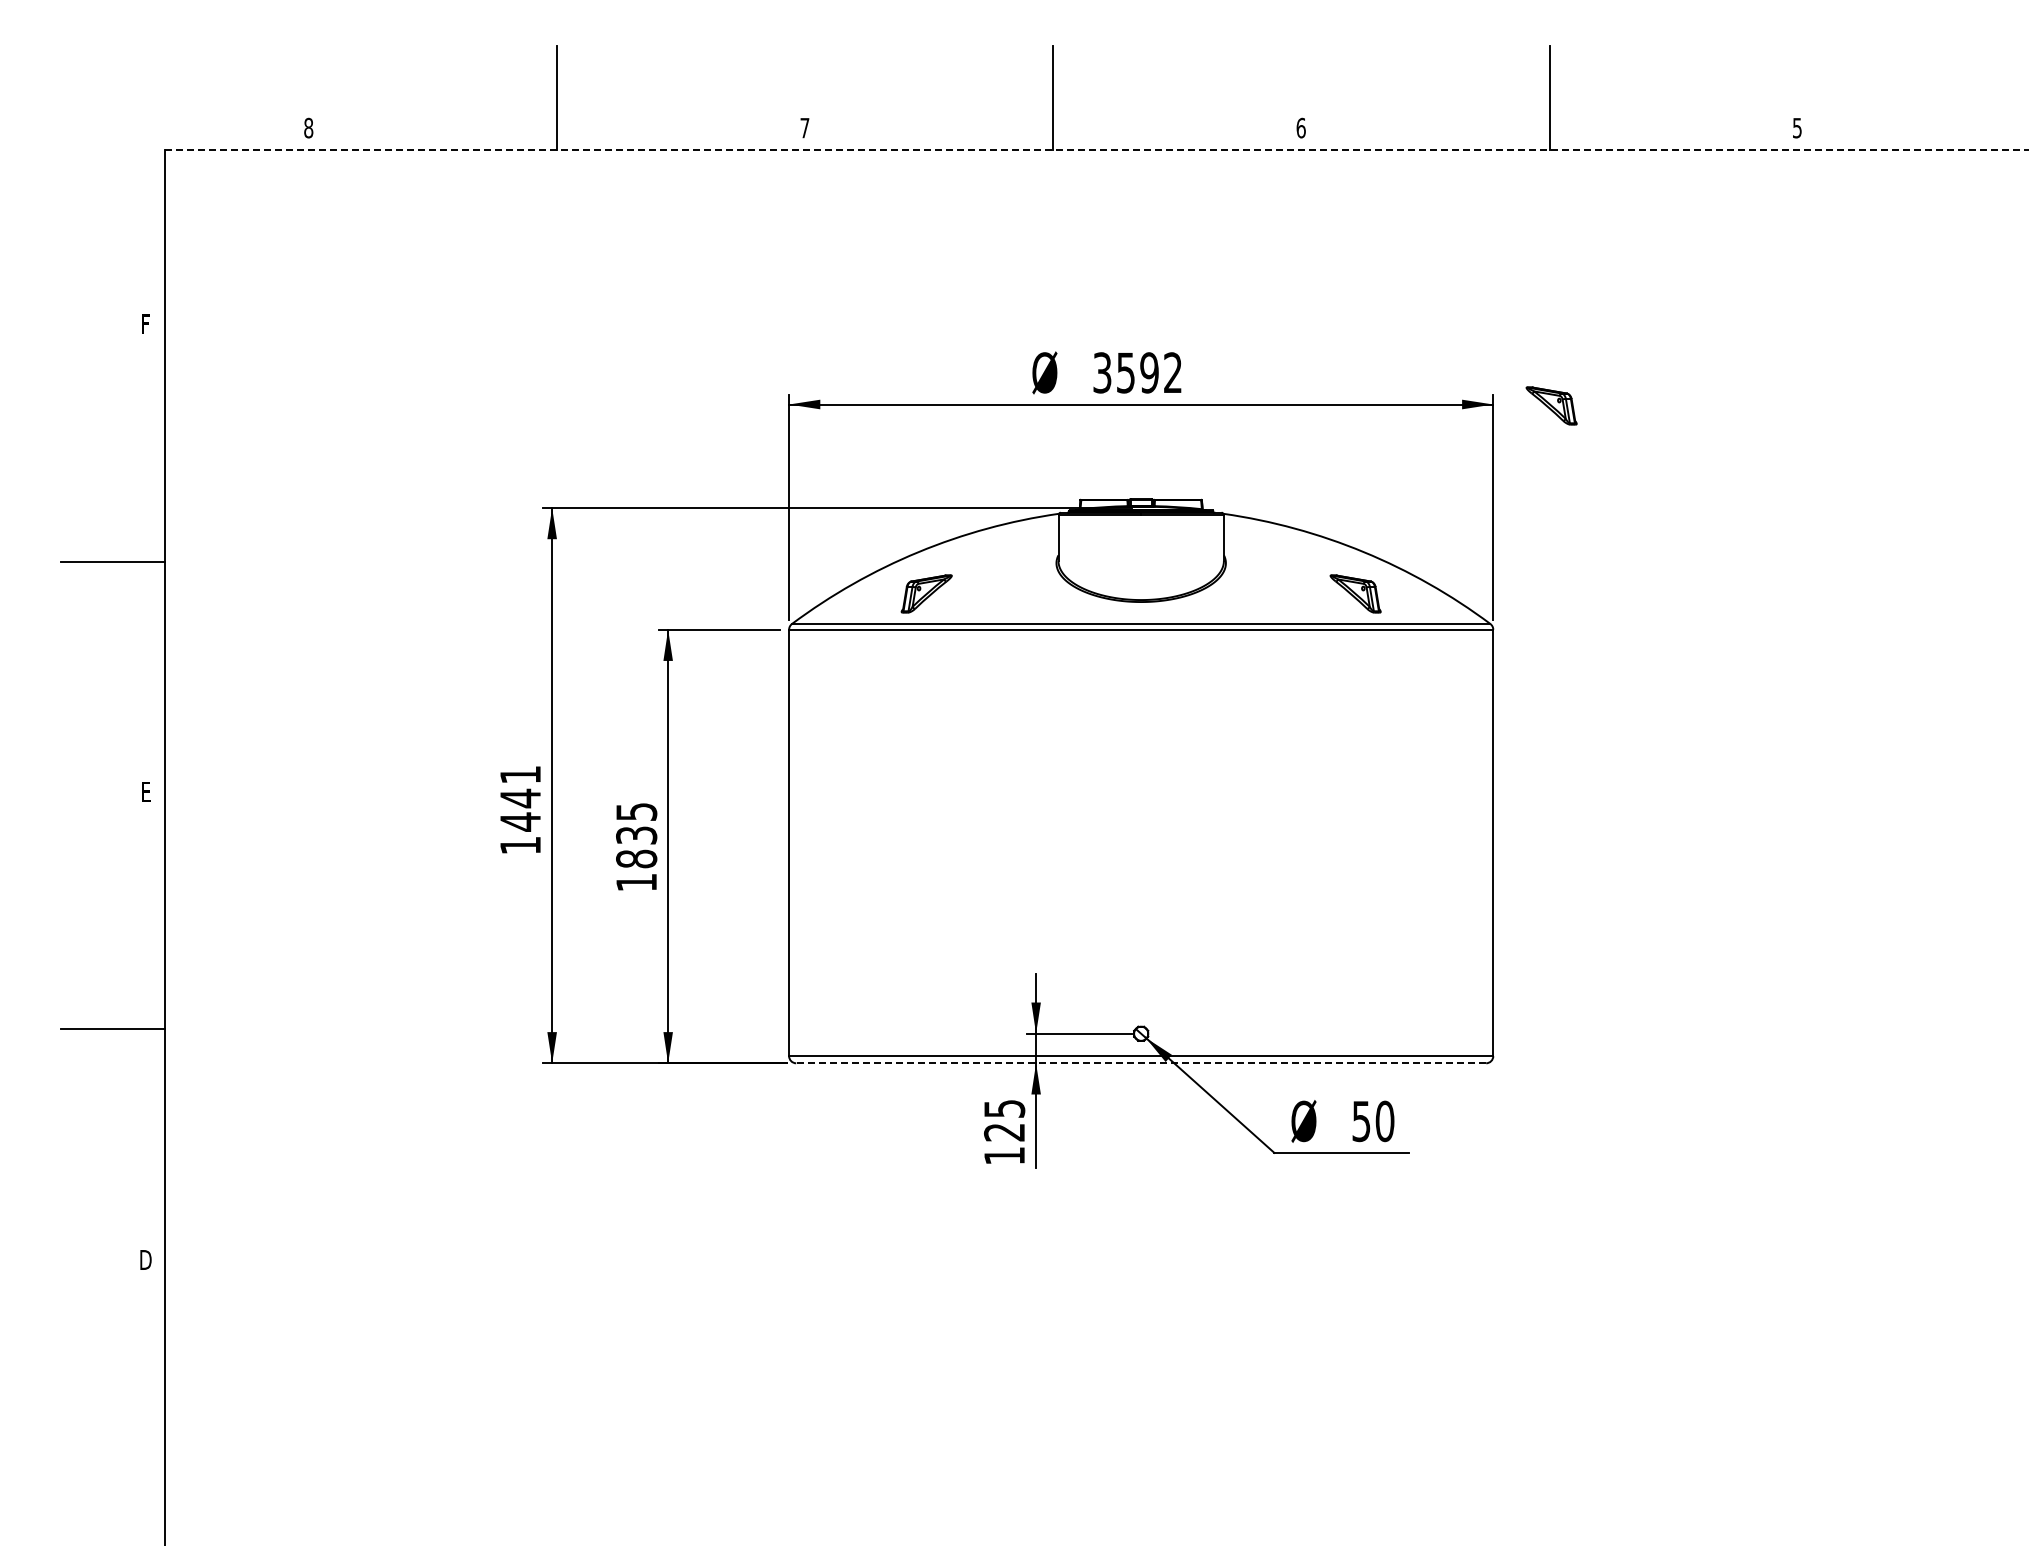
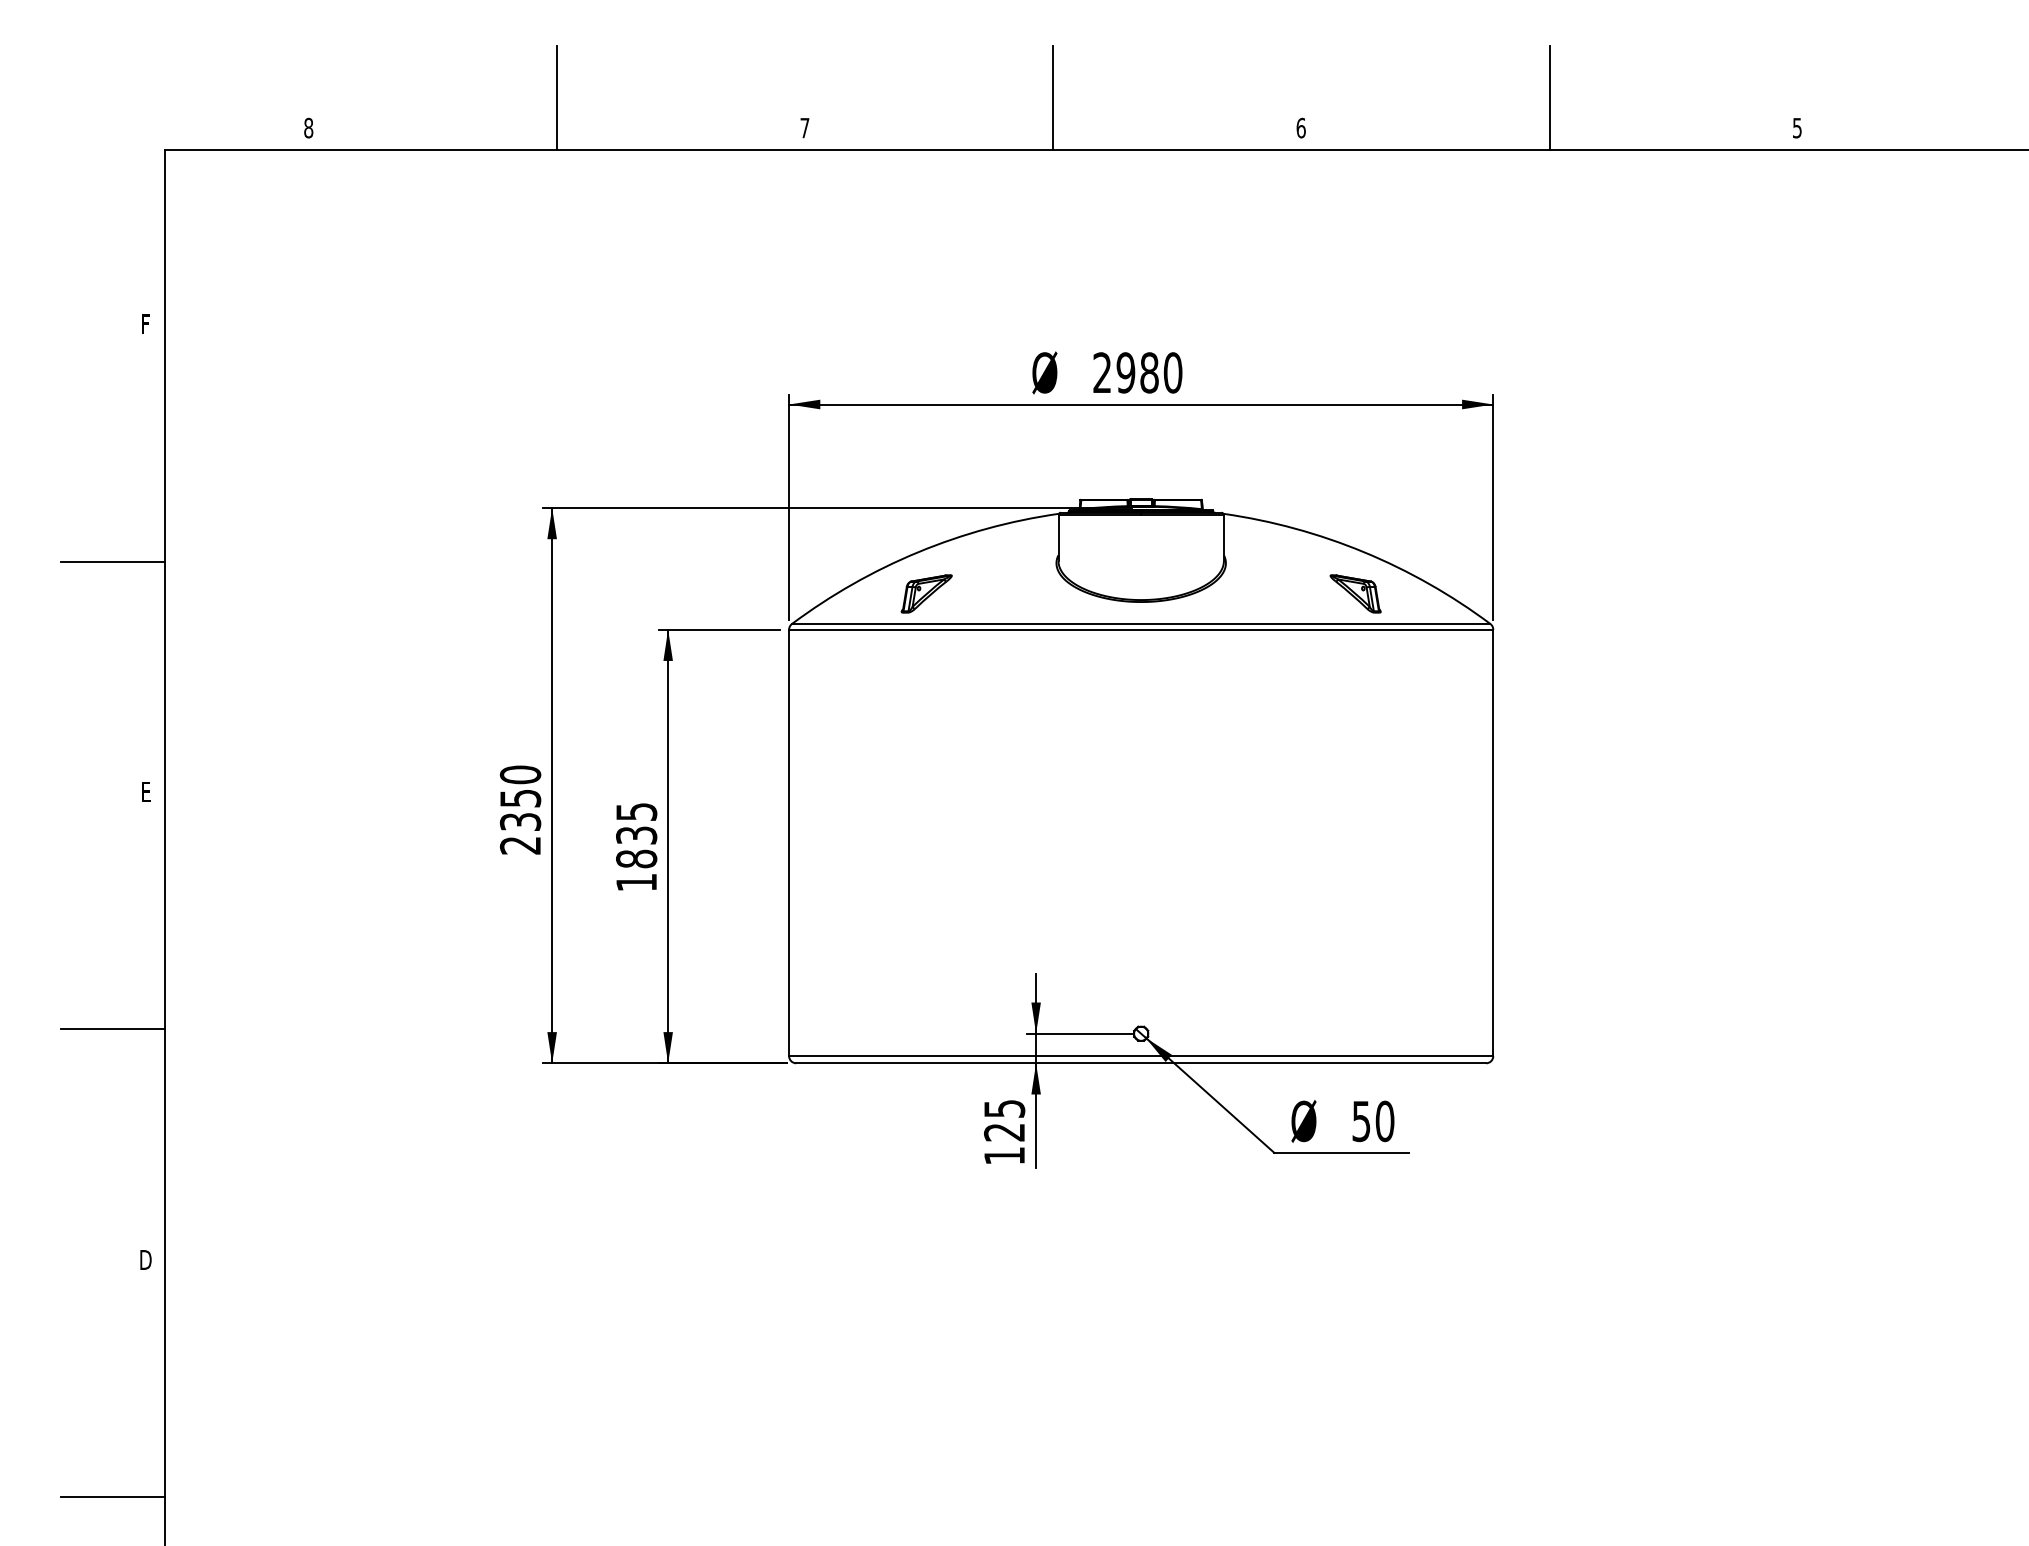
line at (1096, 150): dashed -> solid
text at (1137, 372): 3592 -> 2980
part at (1551, 405): present -> none
text at (520, 809): 1441 -> 2350
line at (1141, 1063): dashed -> solid
line at (112, 1497): none -> present
